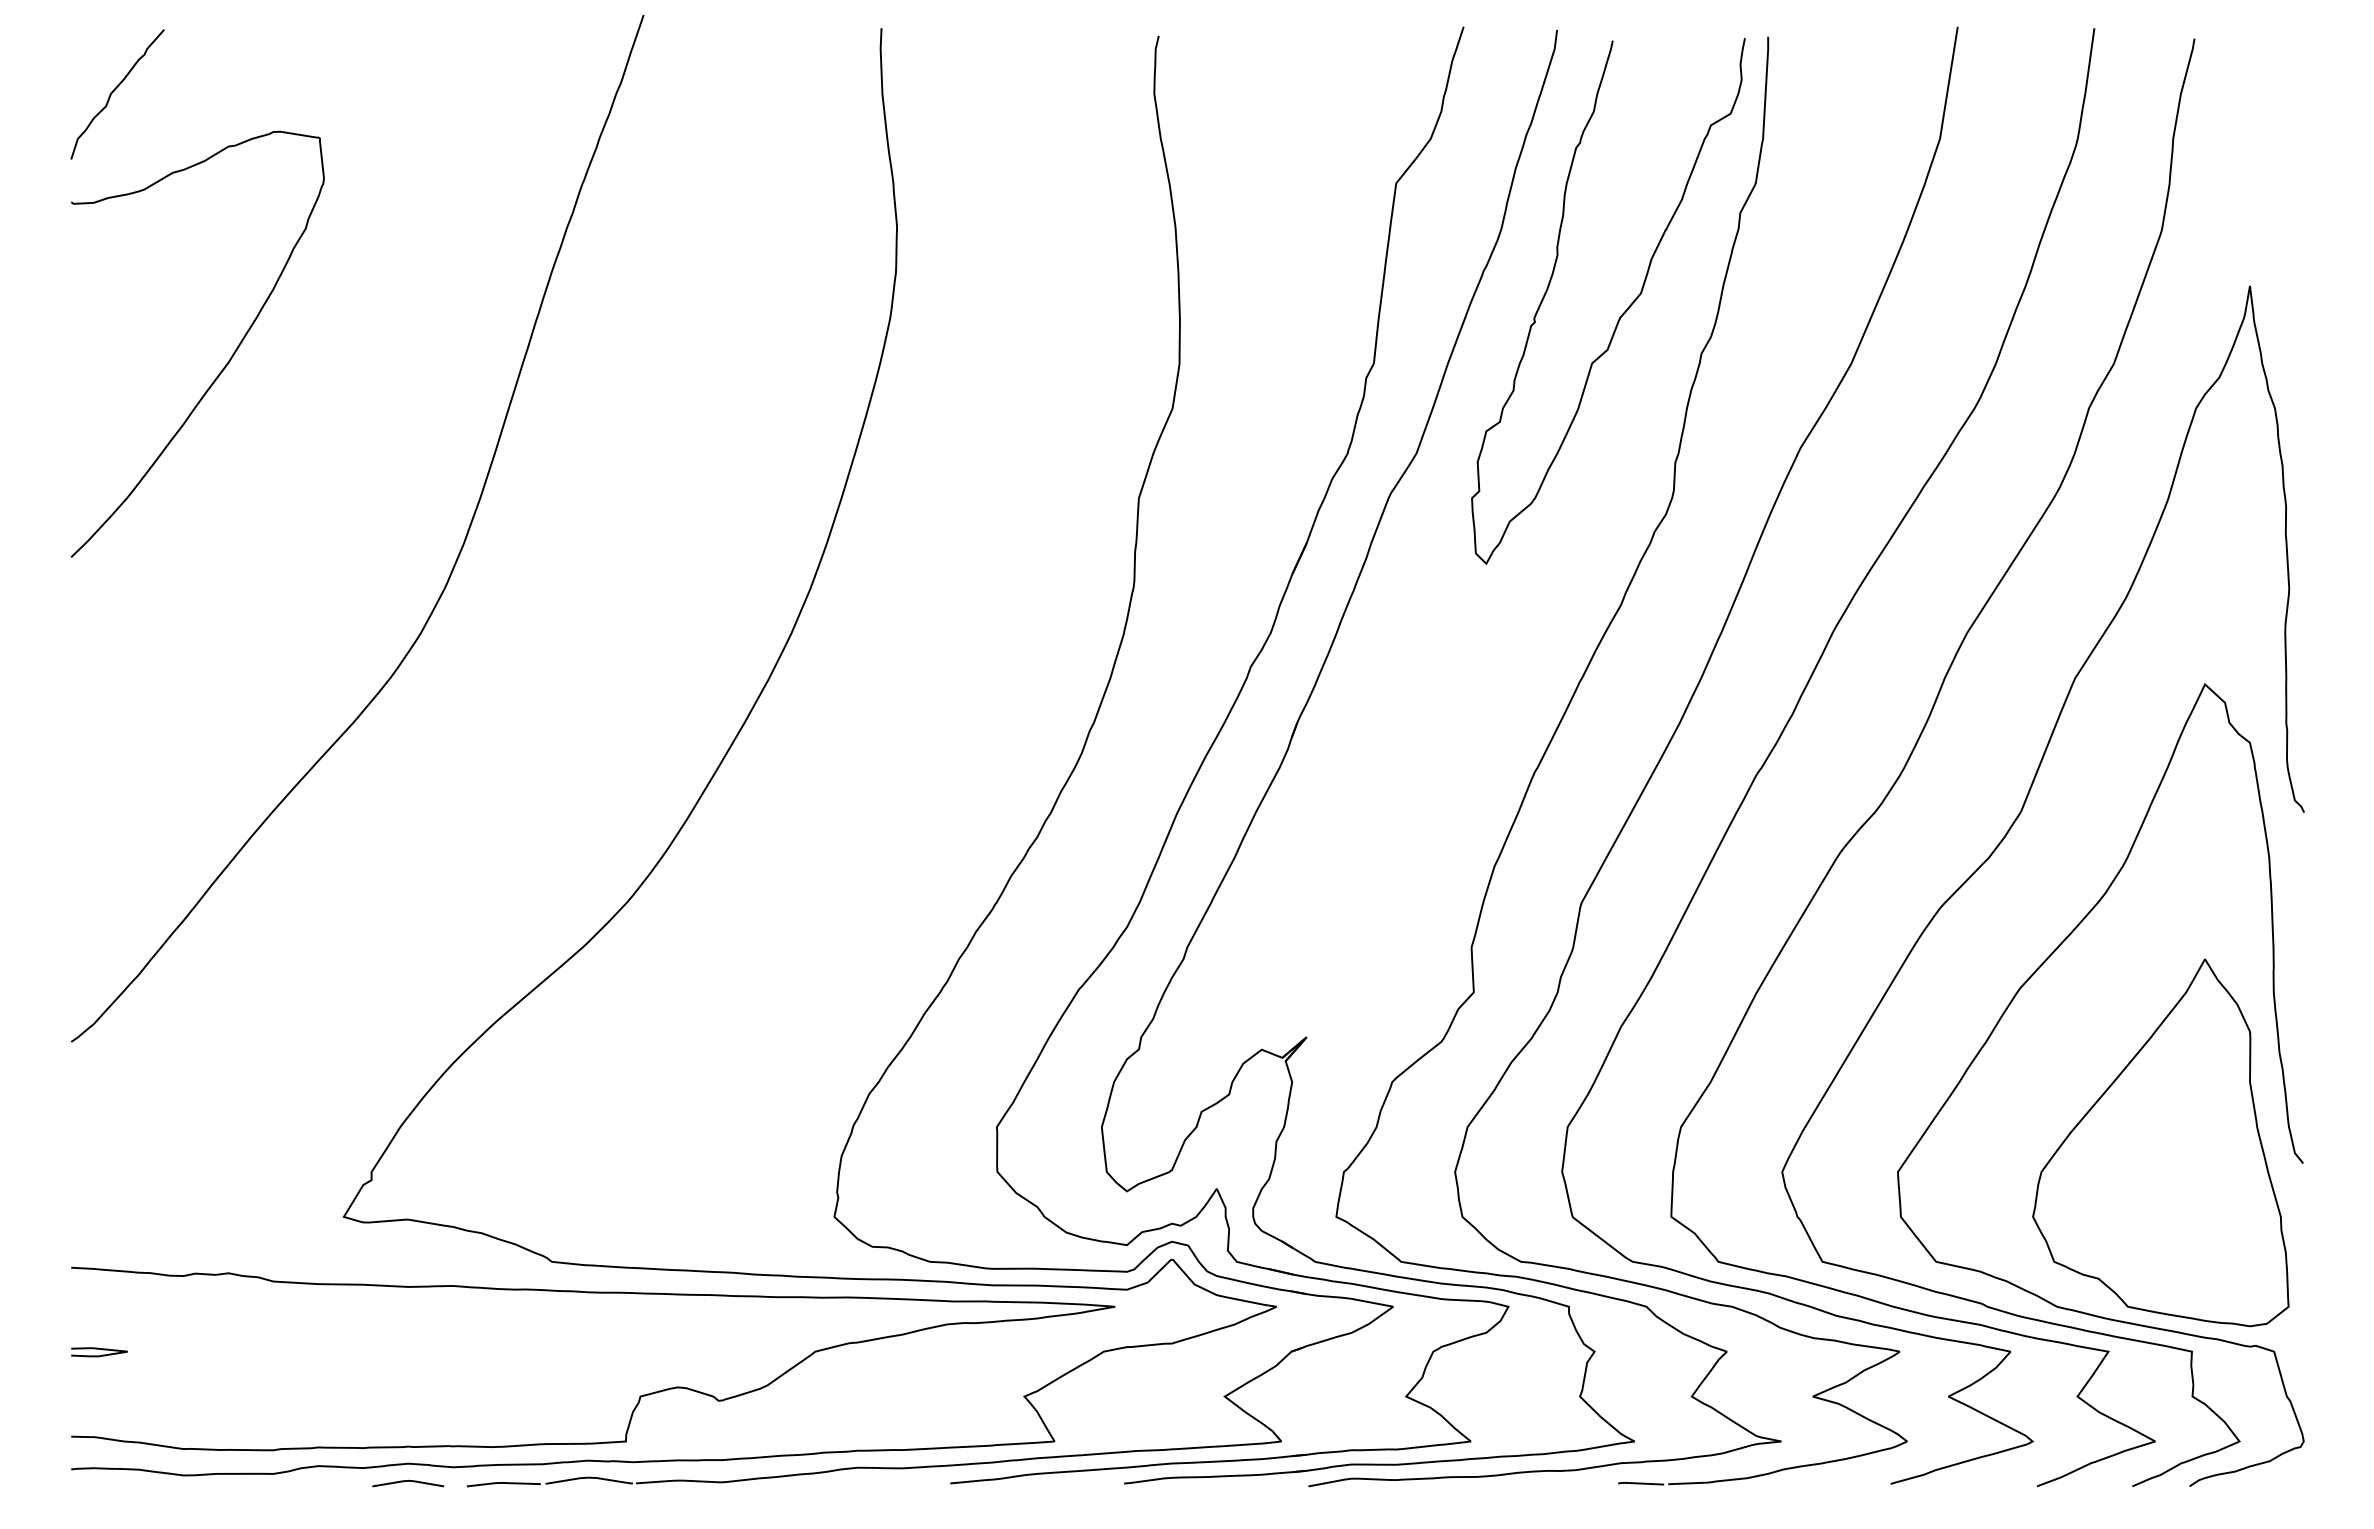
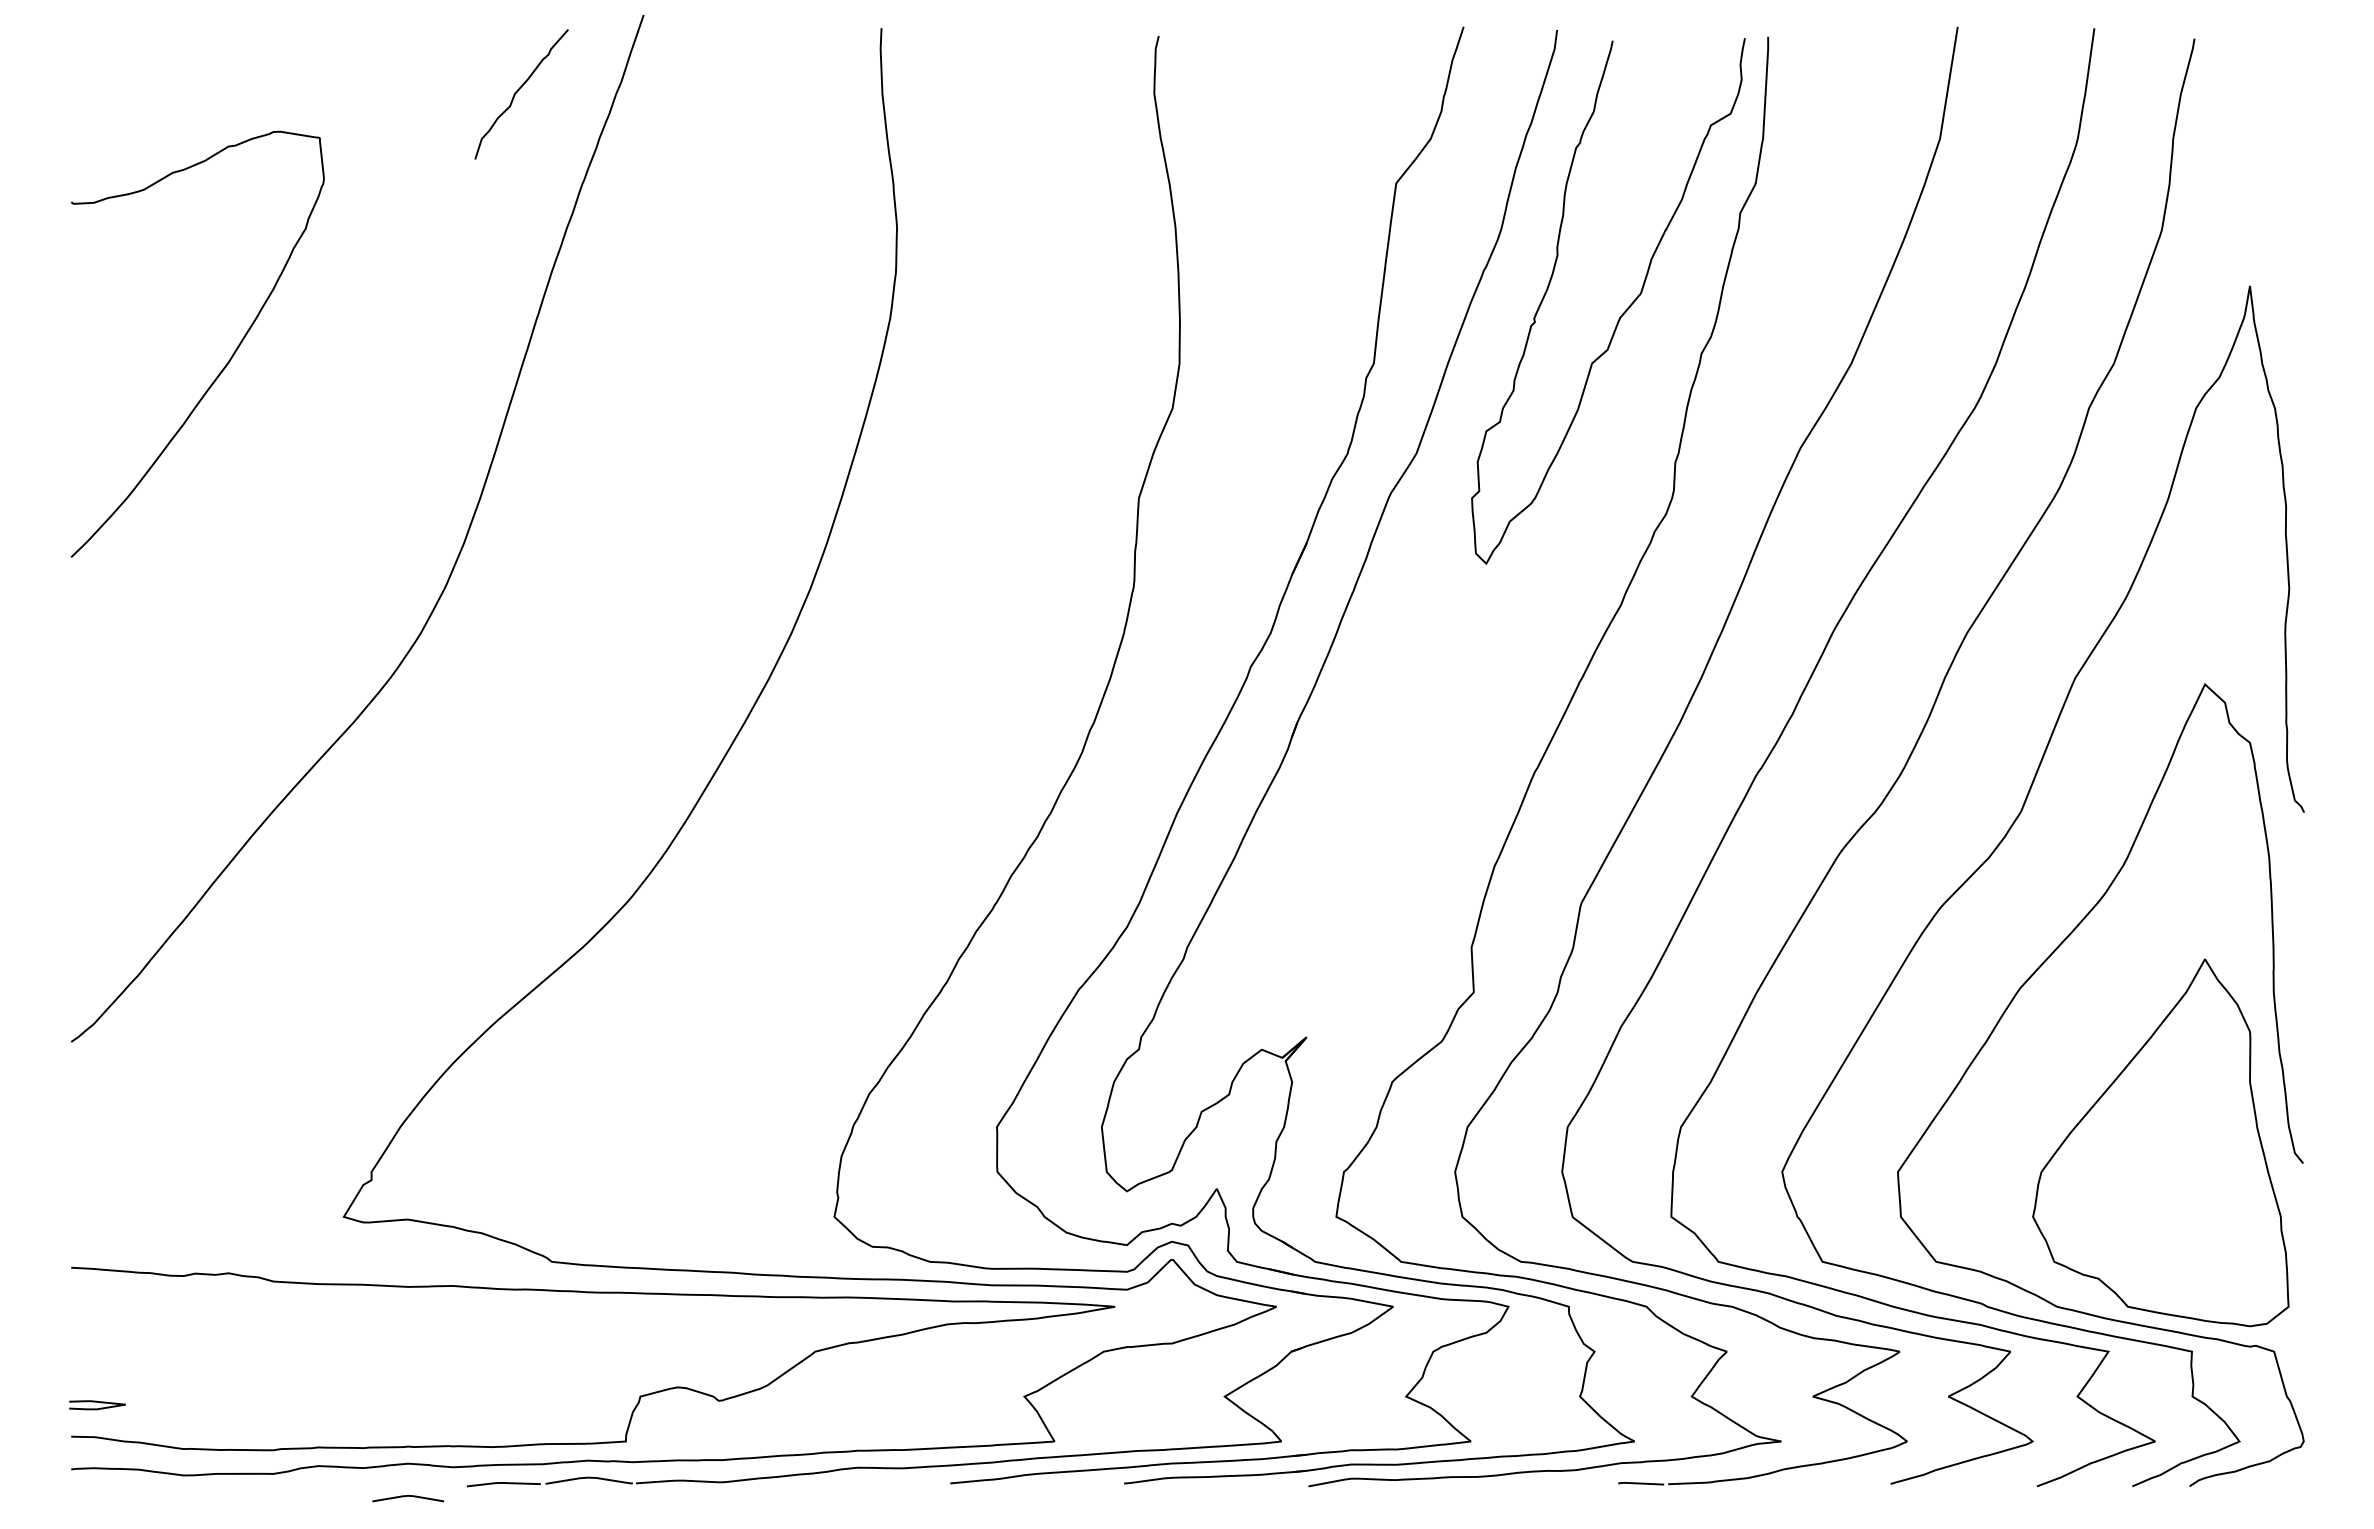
curve at (114, 91) position: (114, 91) -> (518, 91)
curve at (99, 1349) position: (99, 1349) -> (97, 1402)
line at (408, 1481) position: (408, 1481) -> (408, 1496)
